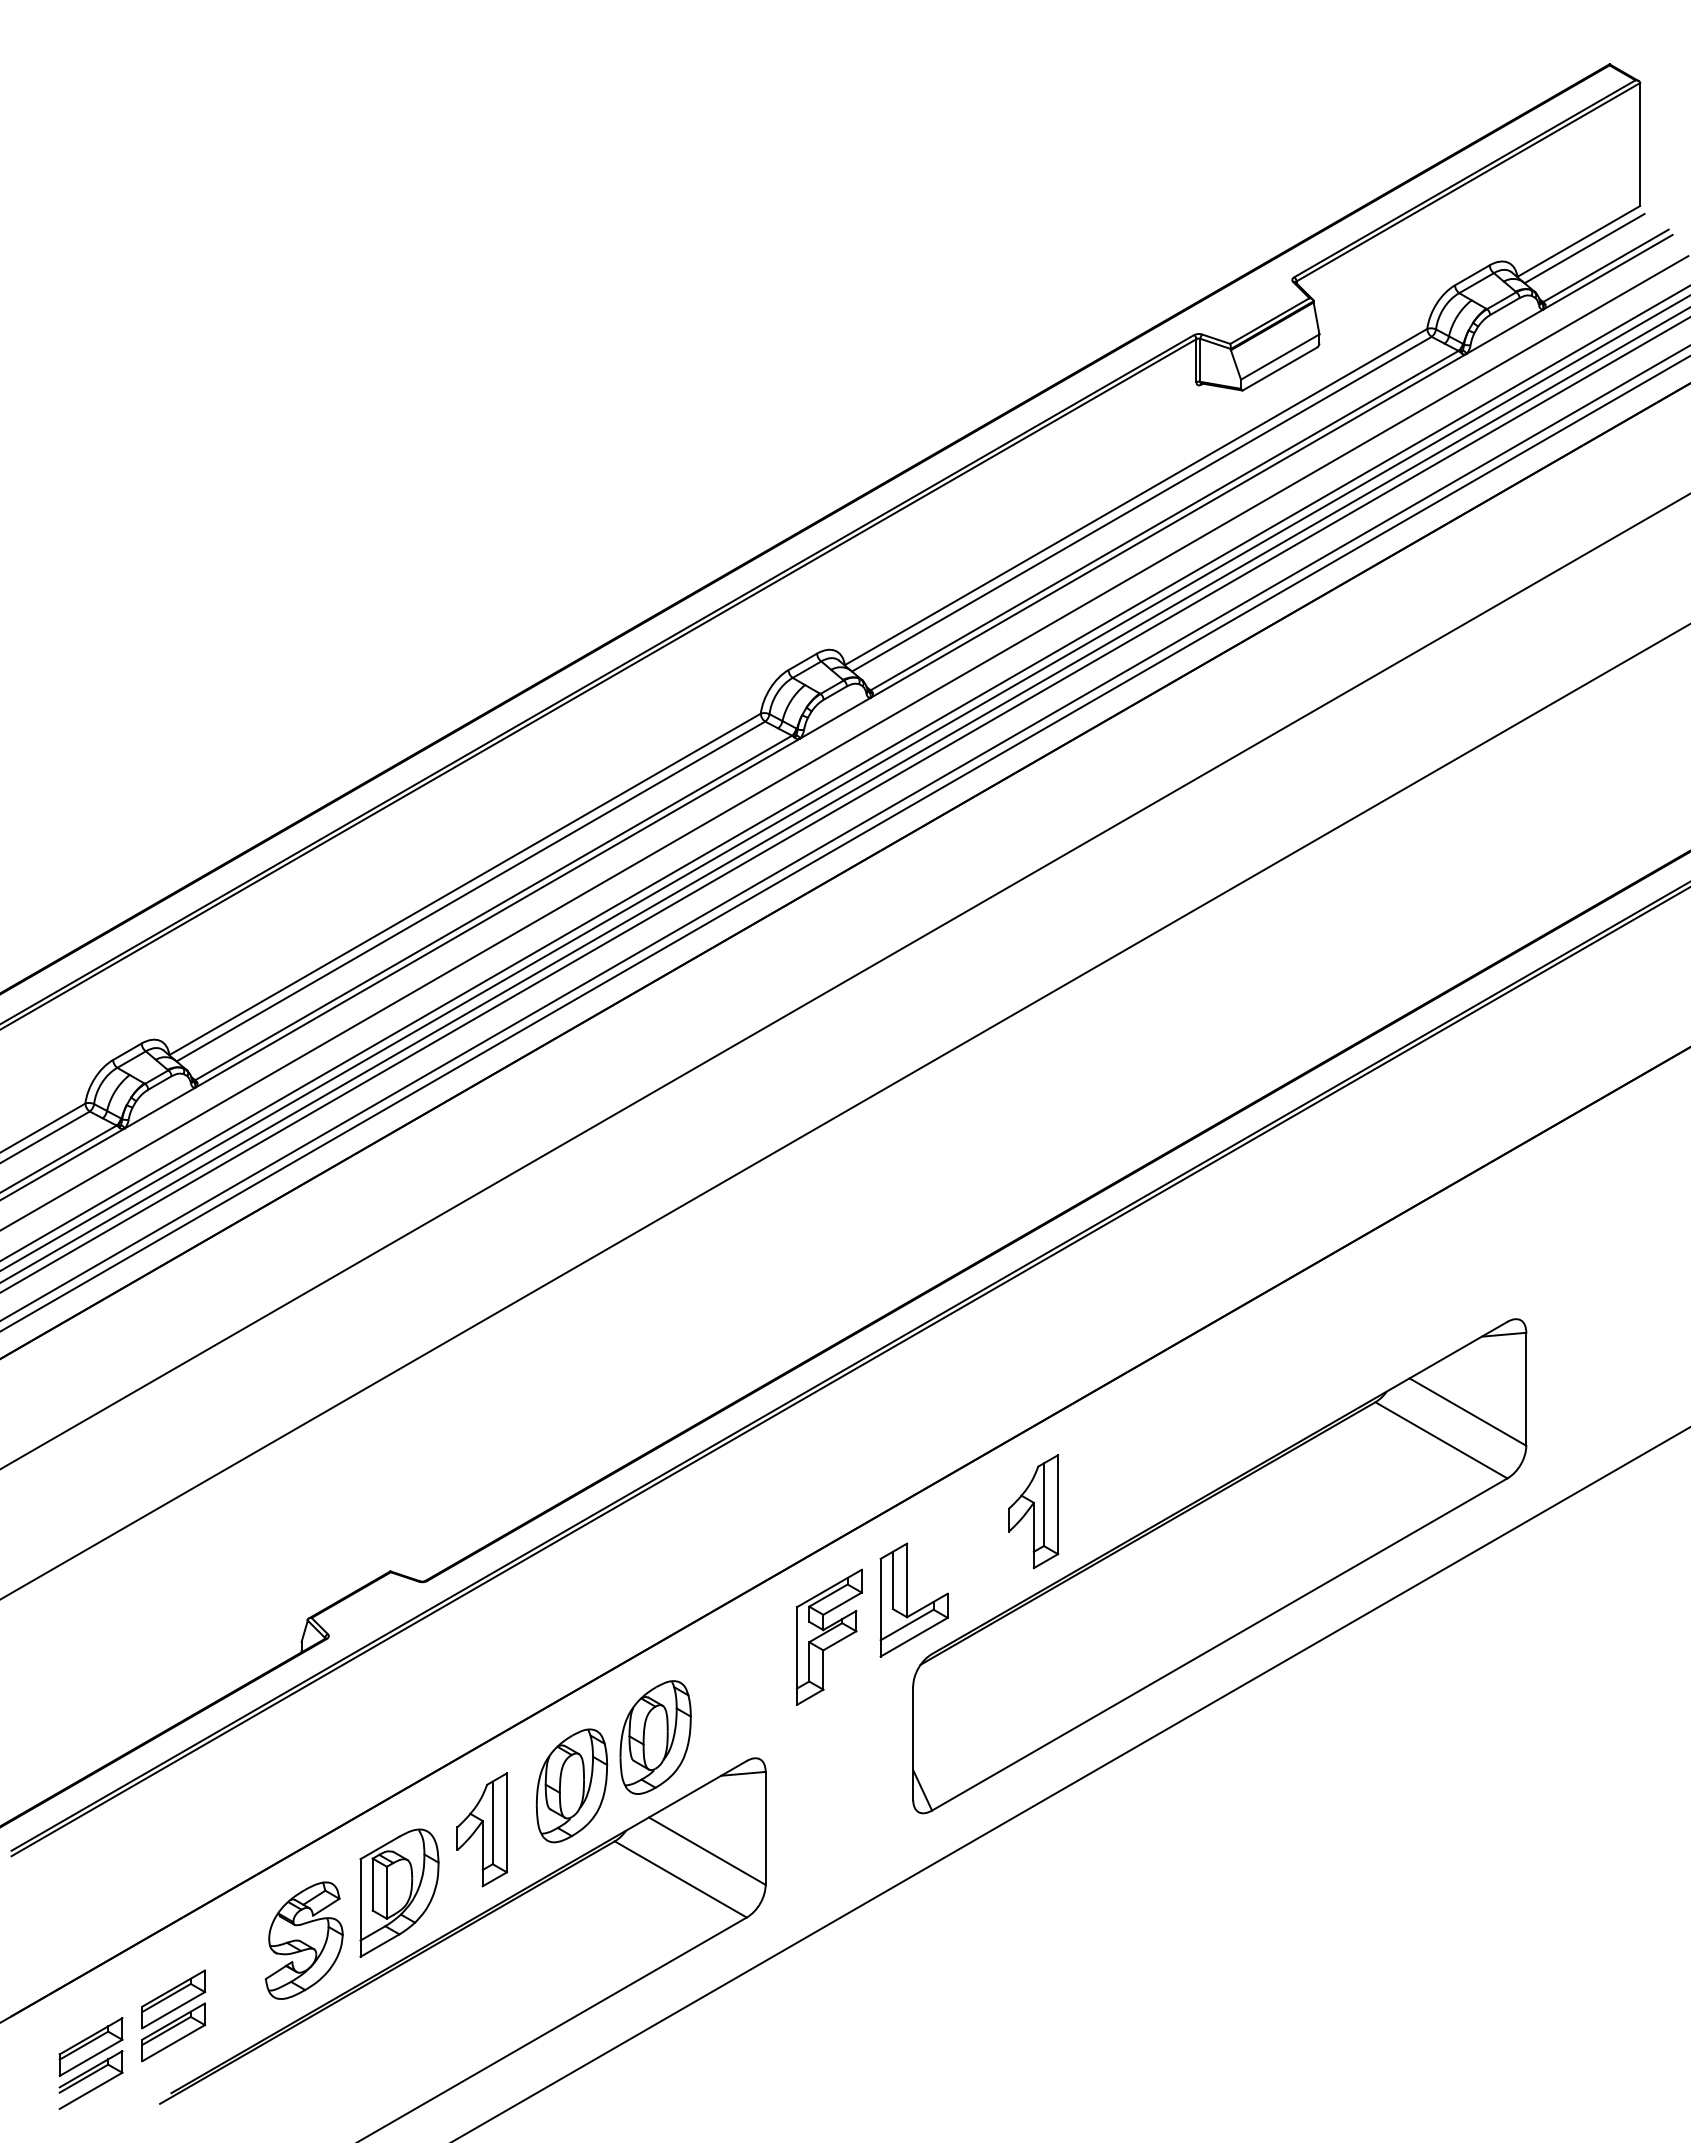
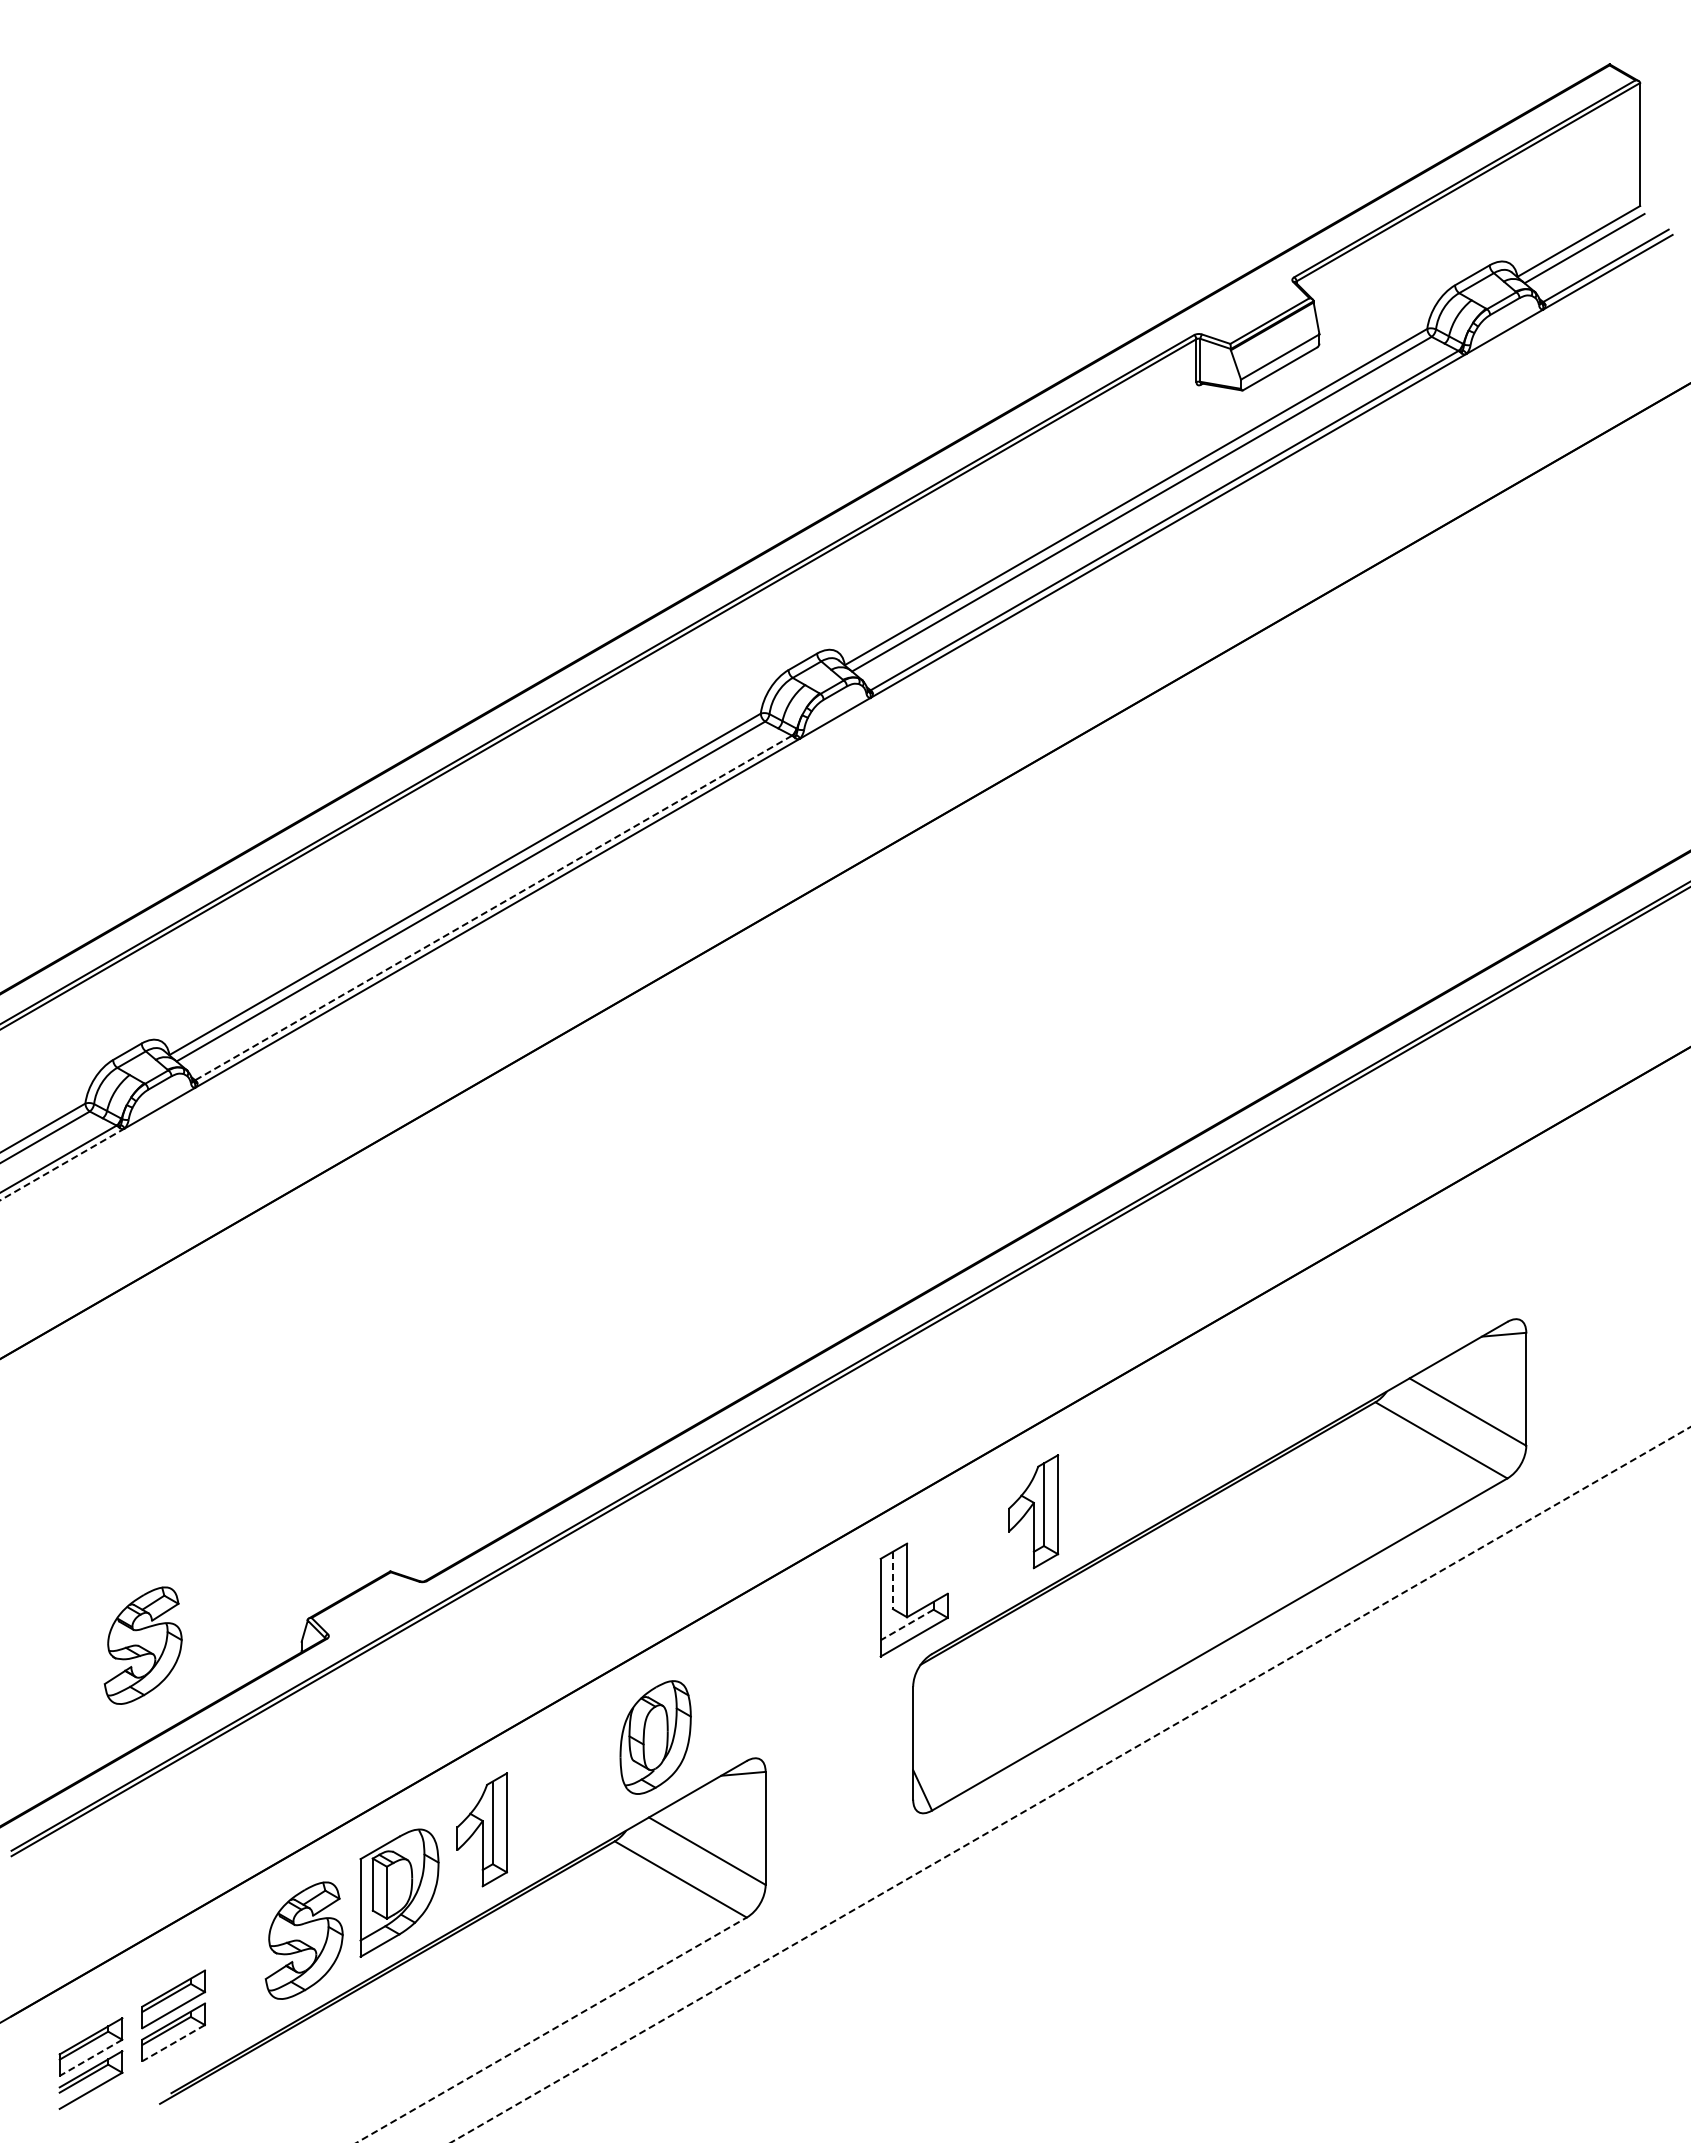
line at (844, 742): present -> none
line at (844, 773): present -> none
line at (844, 783): present -> none
line at (844, 794): present -> none
line at (844, 804): present -> none
line at (844, 833): present -> none
line at (844, 843): present -> none
line at (493, 907): solid -> dashed
line at (844, 981): present -> none
line at (844, 1111): present -> none
line at (62, 1164): solid -> dashed
line at (892, 1580): solid -> dashed
line at (907, 1625): solid -> dashed
part at (828, 1636): present -> none
part at (142, 1645): none -> present
line at (1070, 1784): solid -> dashed
part at (571, 1785): present -> none
line at (552, 2029): solid -> dashed
line at (173, 2043): solid -> dashed
line at (90, 2058): solid -> dashed
